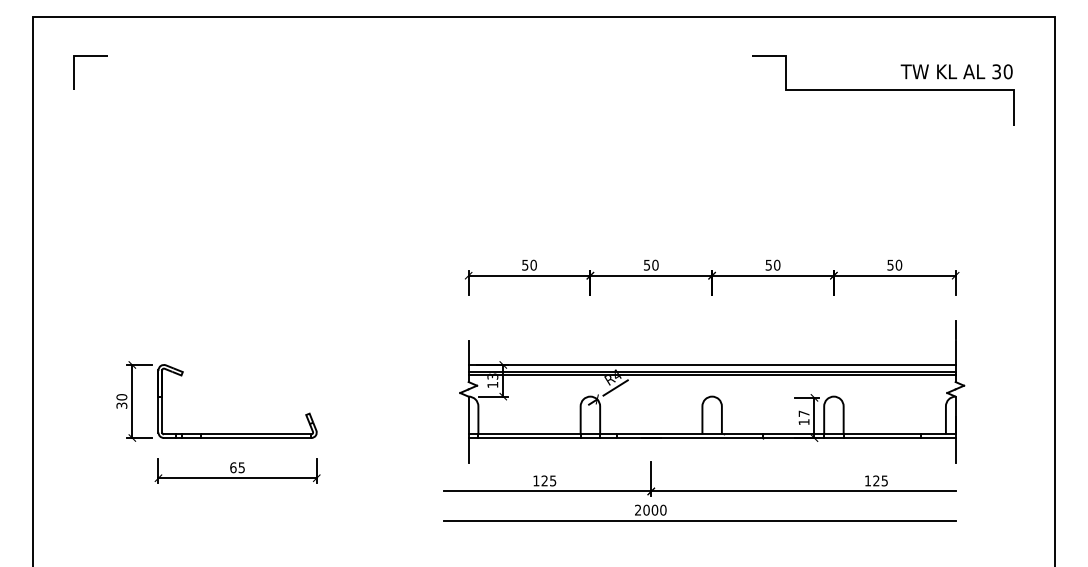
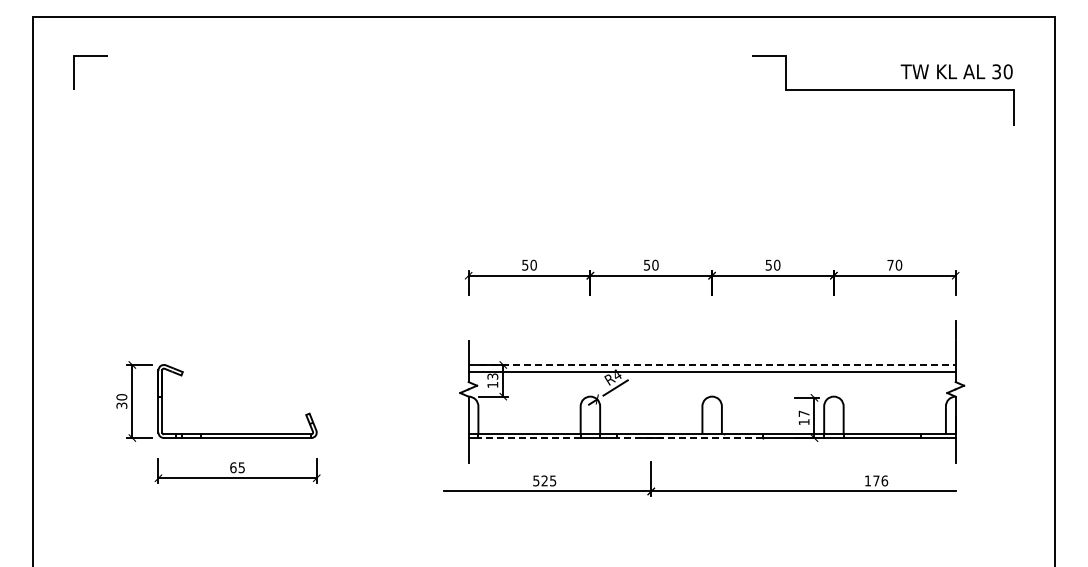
text at (890, 265): 50 -> 70
line at (712, 364): solid -> dashed
line at (711, 375): present -> none
line at (529, 438): solid -> dashed
line at (689, 438): solid -> dashed
text at (536, 480): 125 -> 525
text at (880, 480): 125 -> 176
part at (699, 520): present -> none
